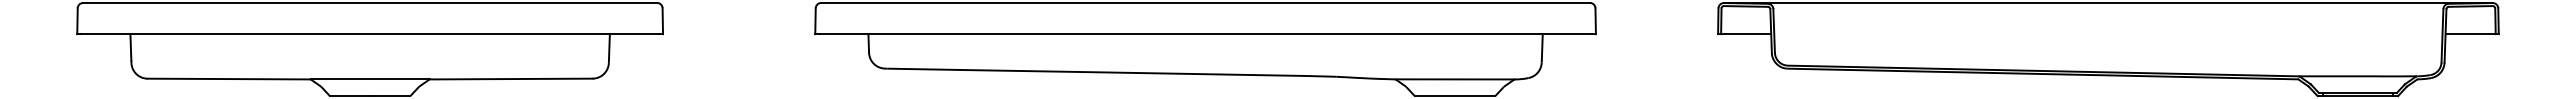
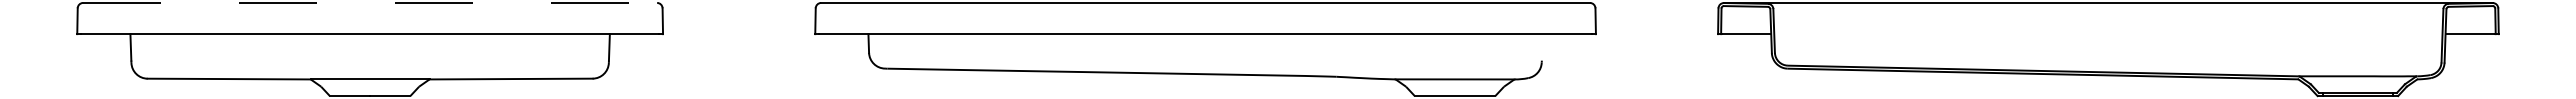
line at (370, 2): solid -> dashed
line at (1541, 47): present -> none
